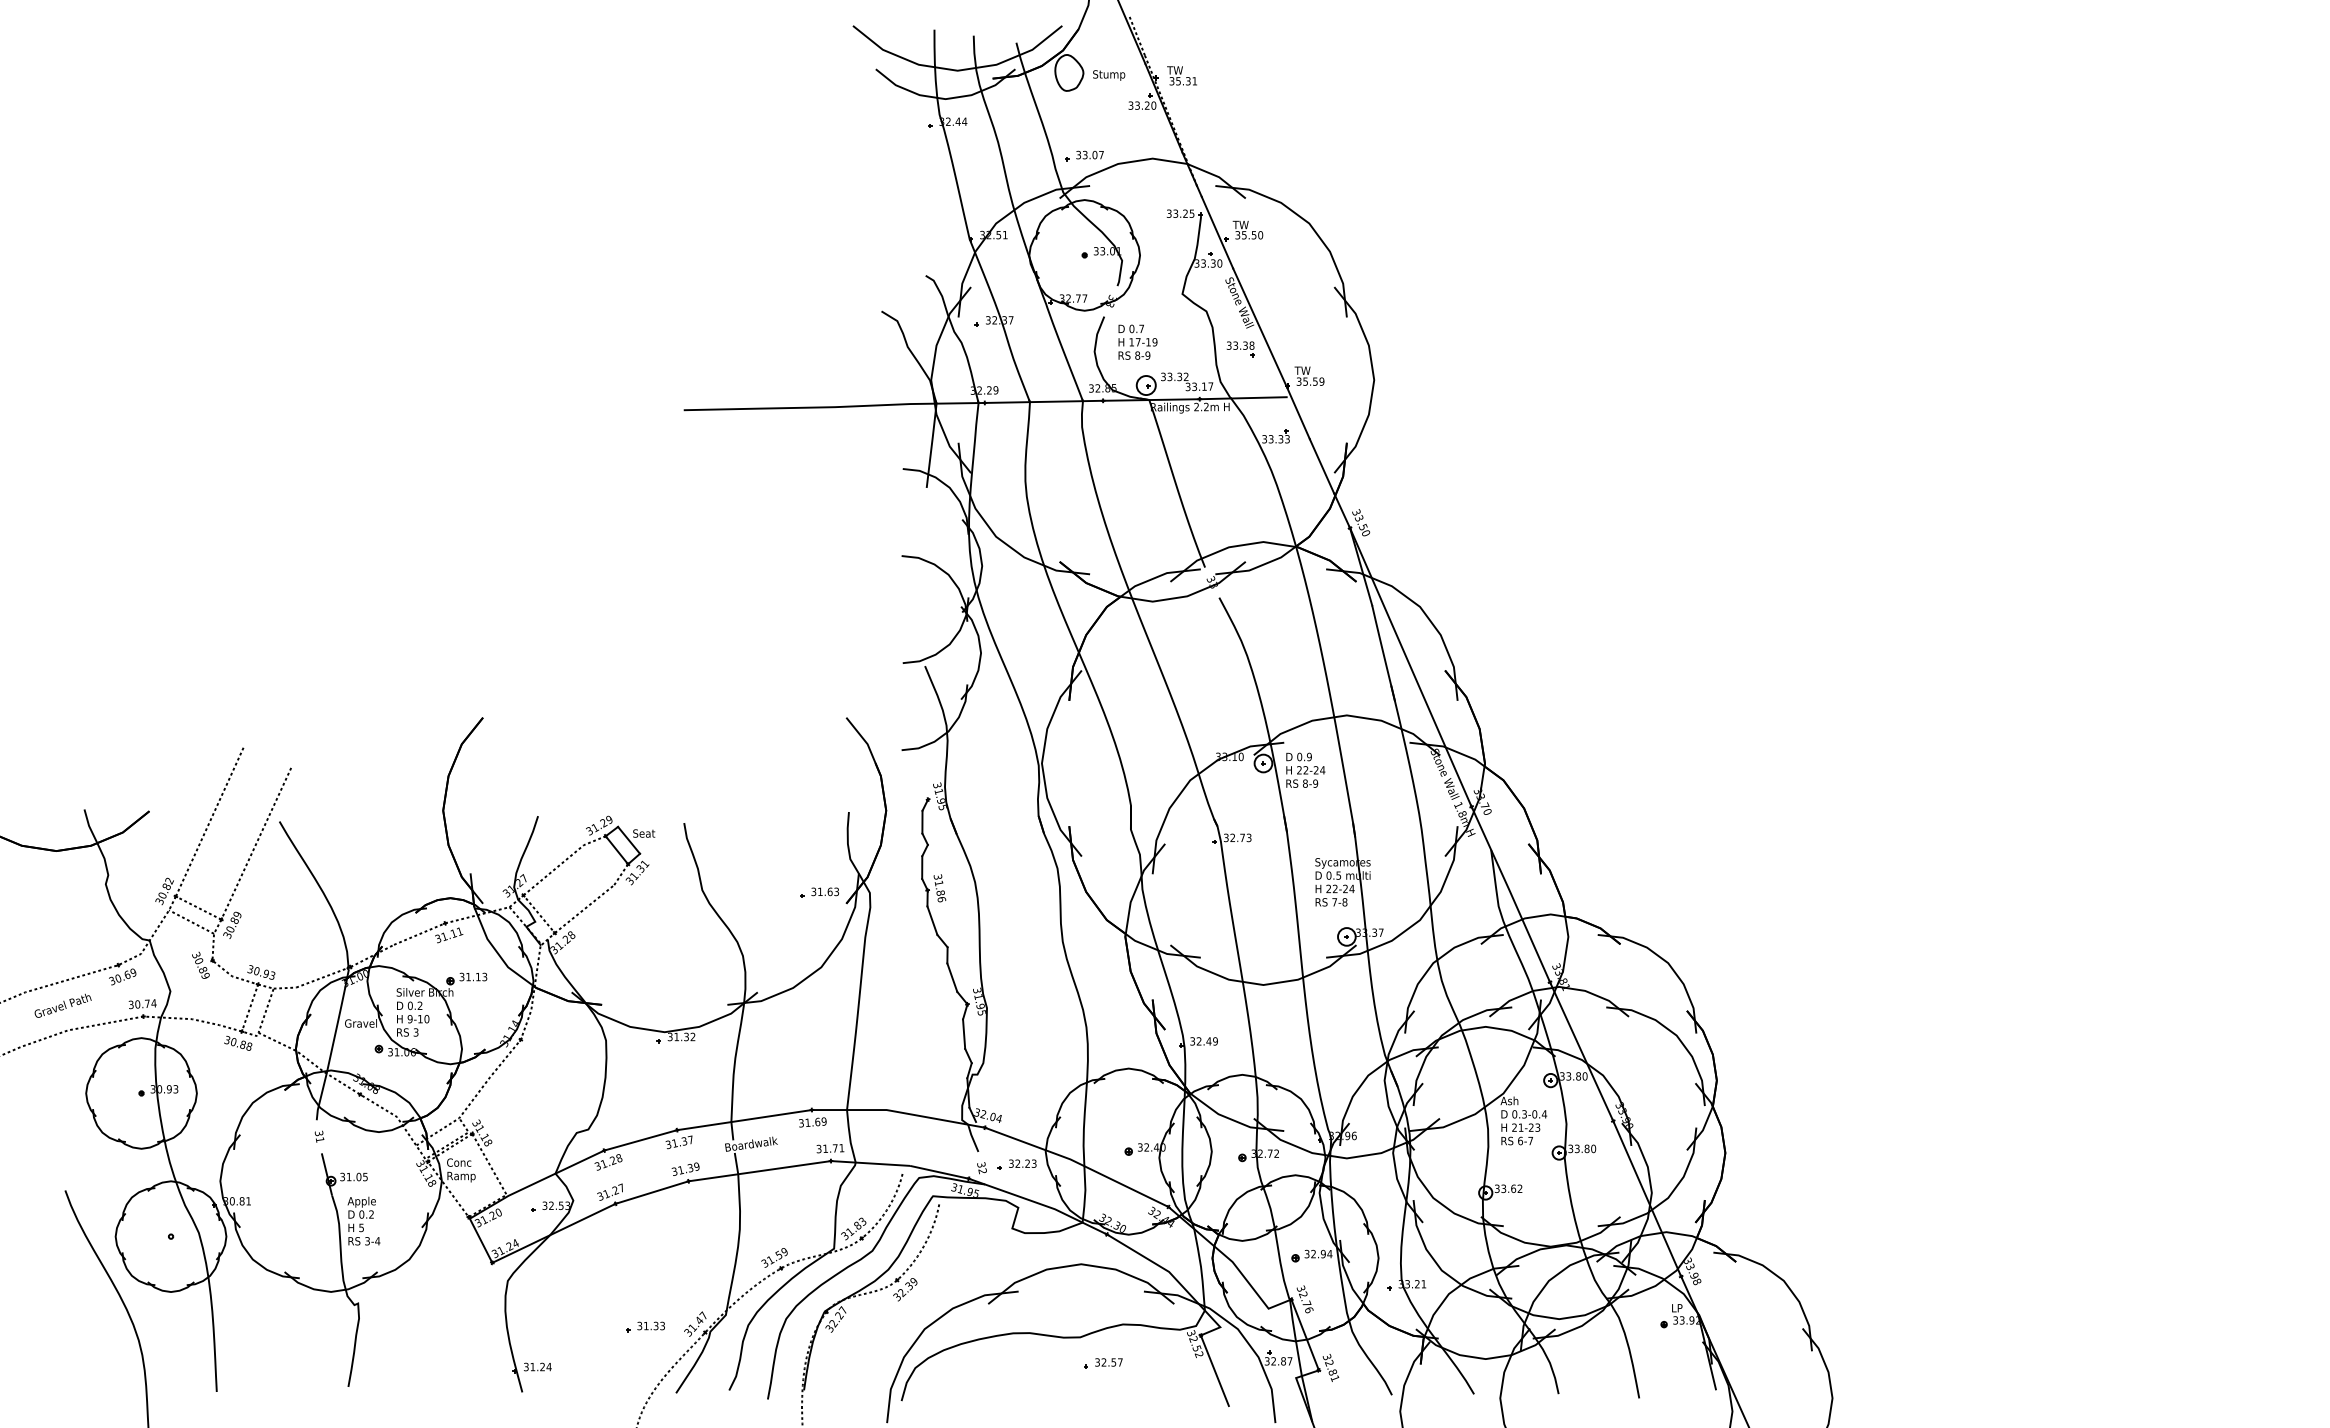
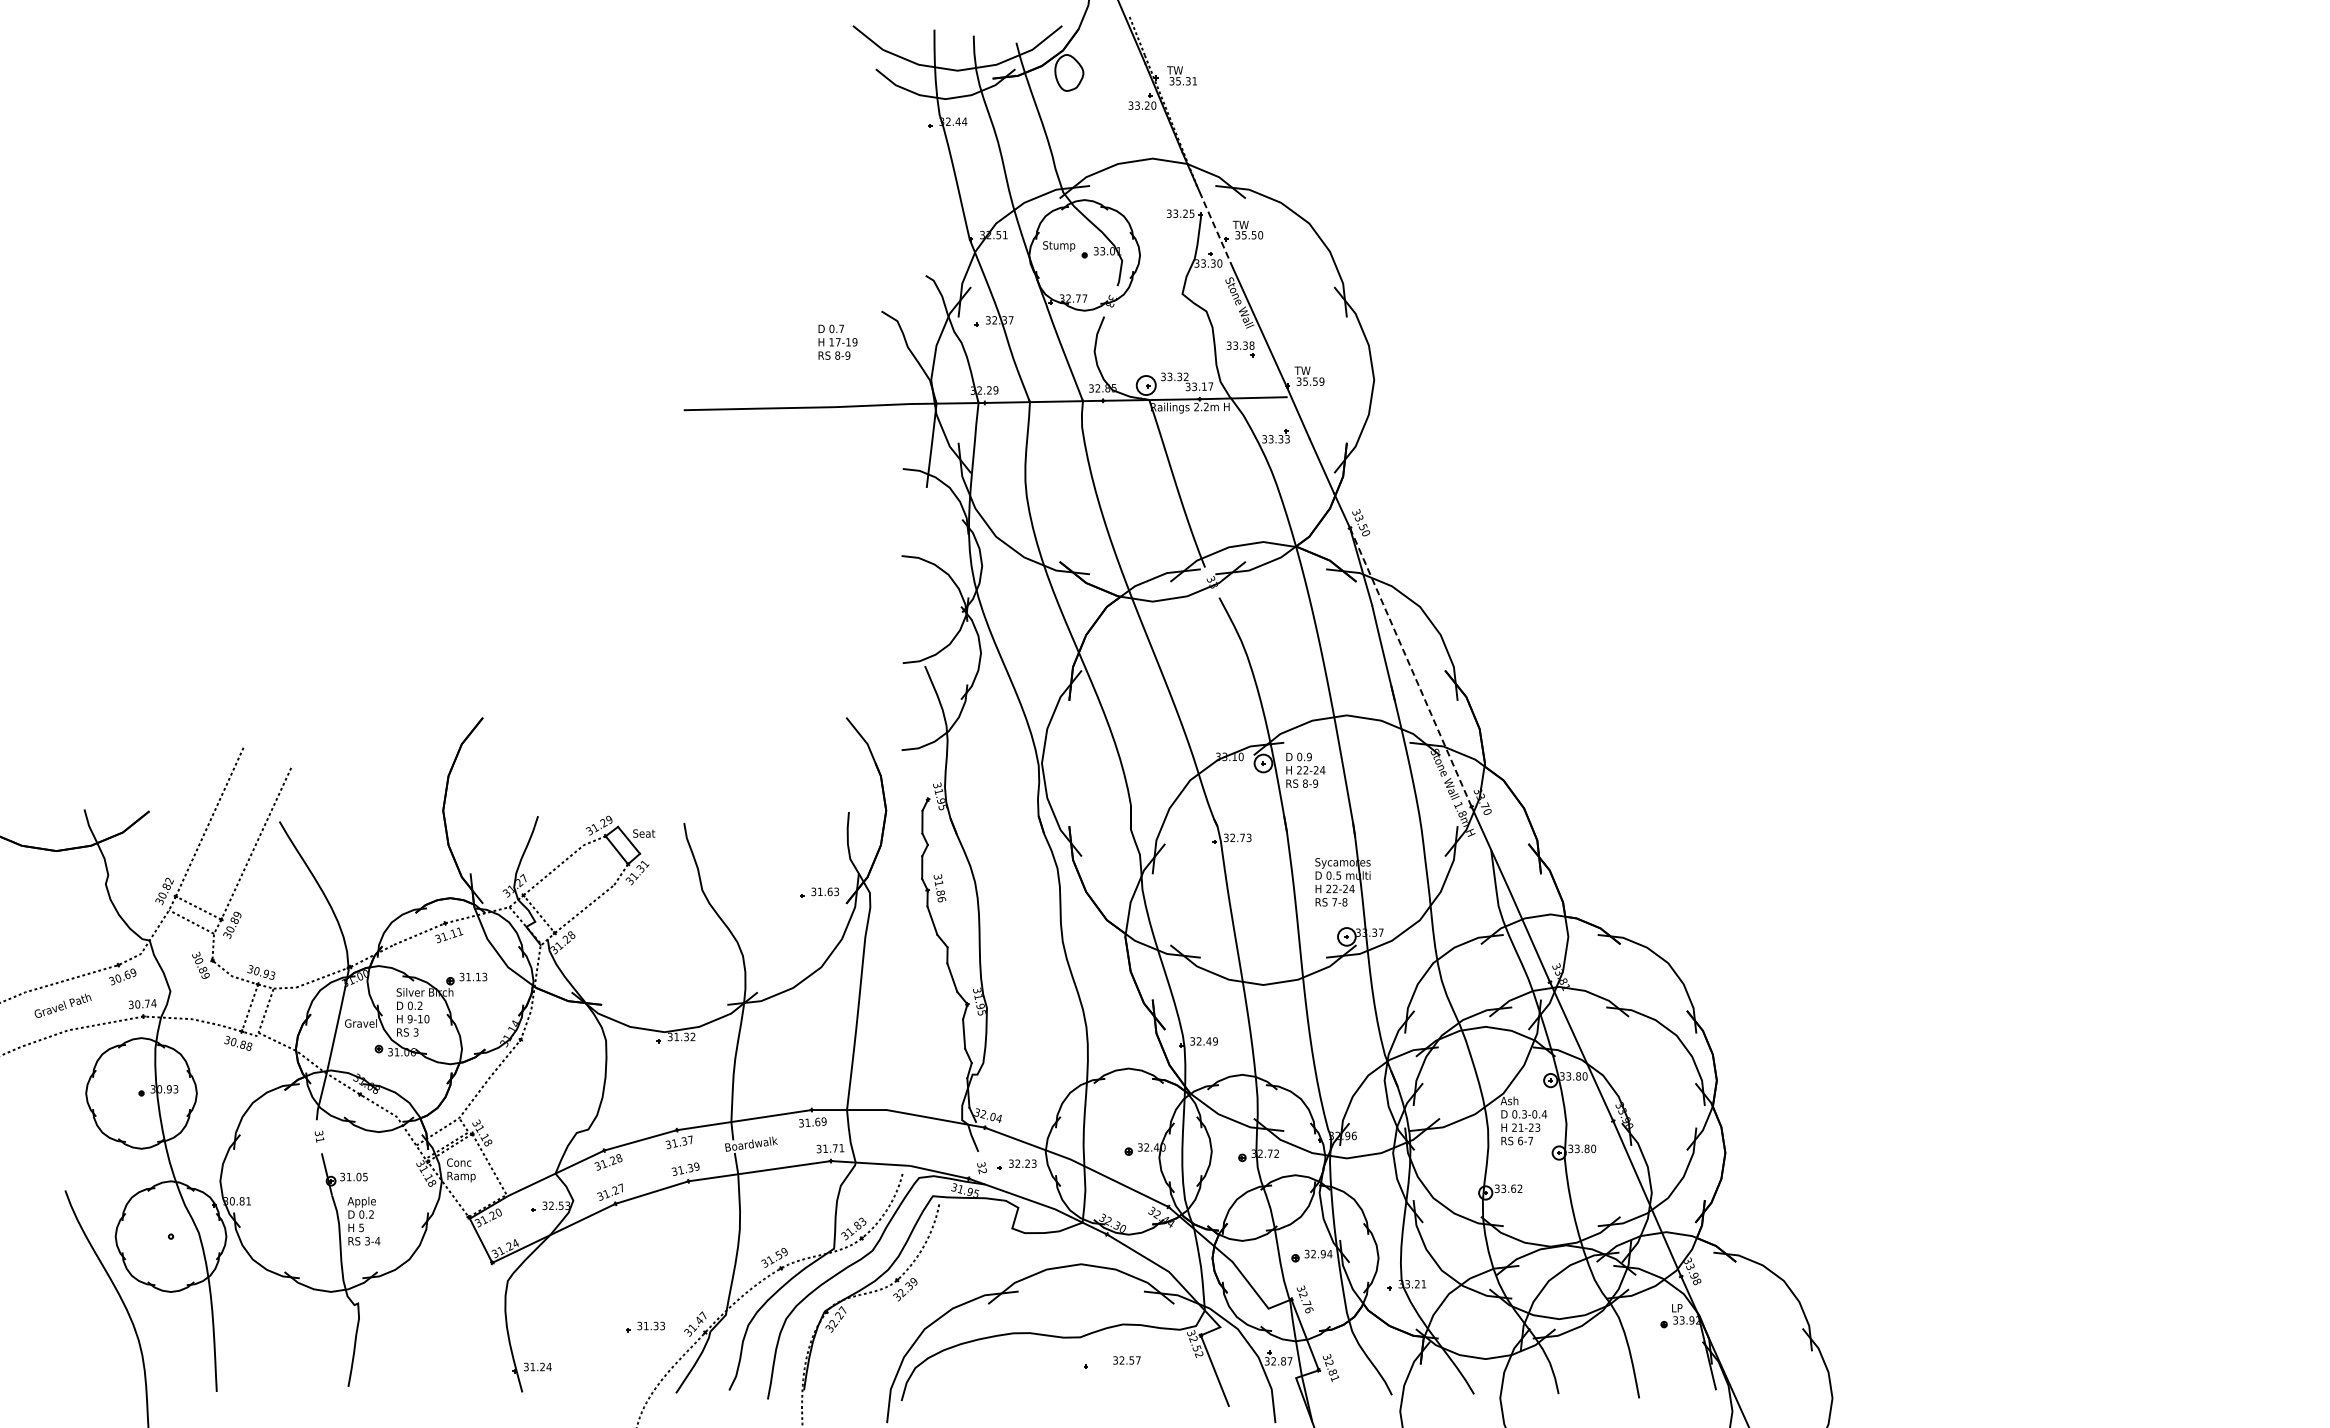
text at (1109, 75) position: (1109, 75) -> (1059, 246)
part at (1084, 155): present -> none
line at (1217, 232): solid -> dashed
text at (1137, 341) position: (1137, 341) -> (837, 341)
line at (1411, 667): solid -> dashed
text at (1108, 1362) position: (1108, 1362) -> (1126, 1360)
